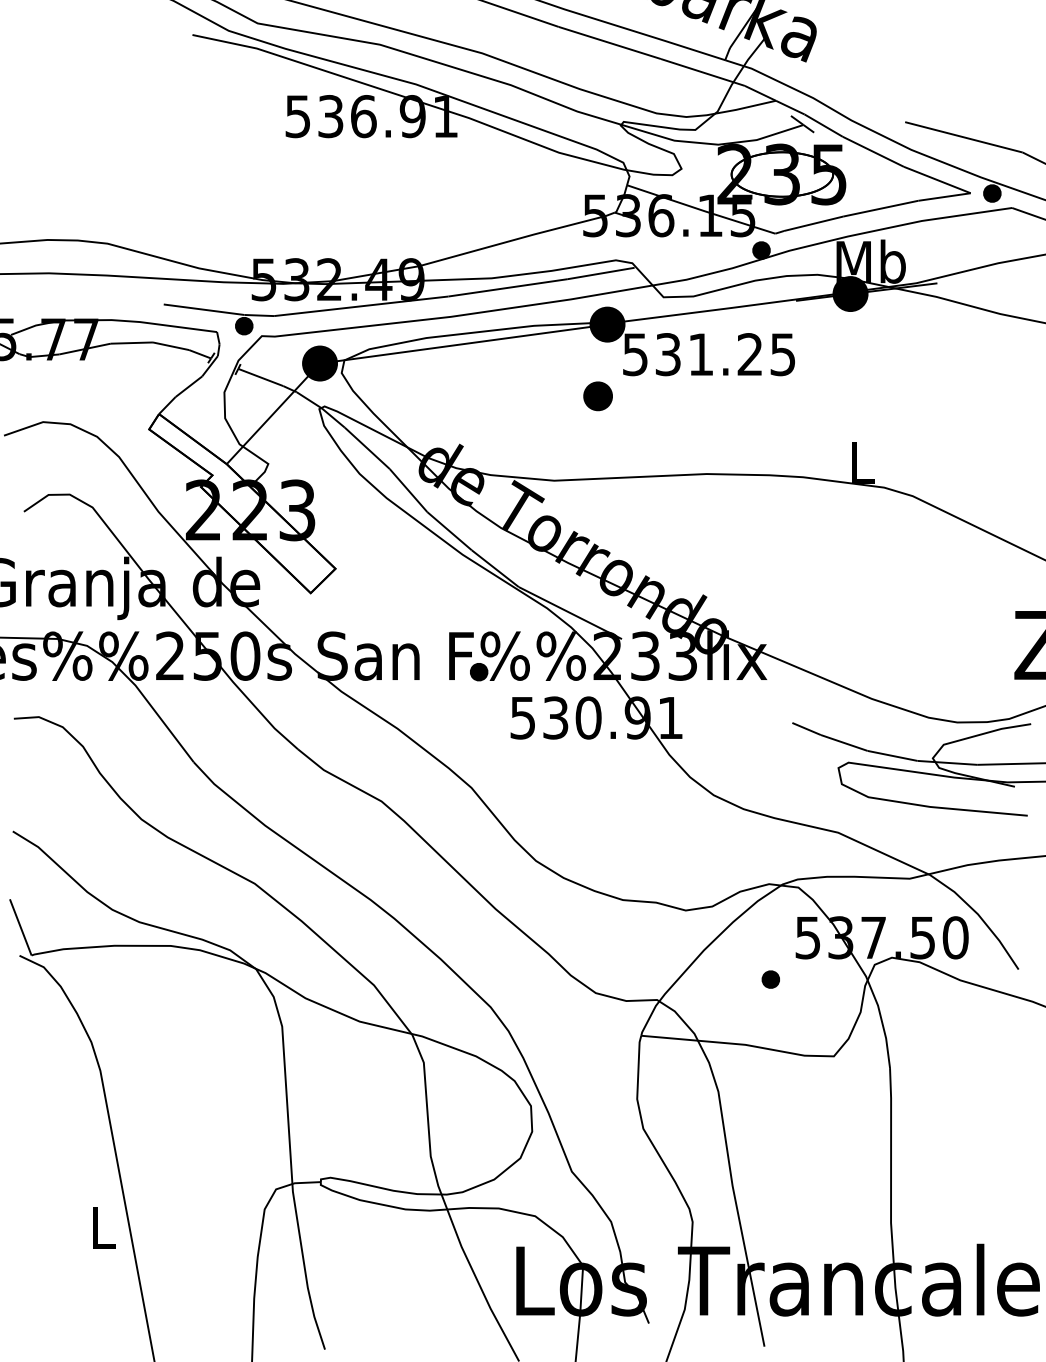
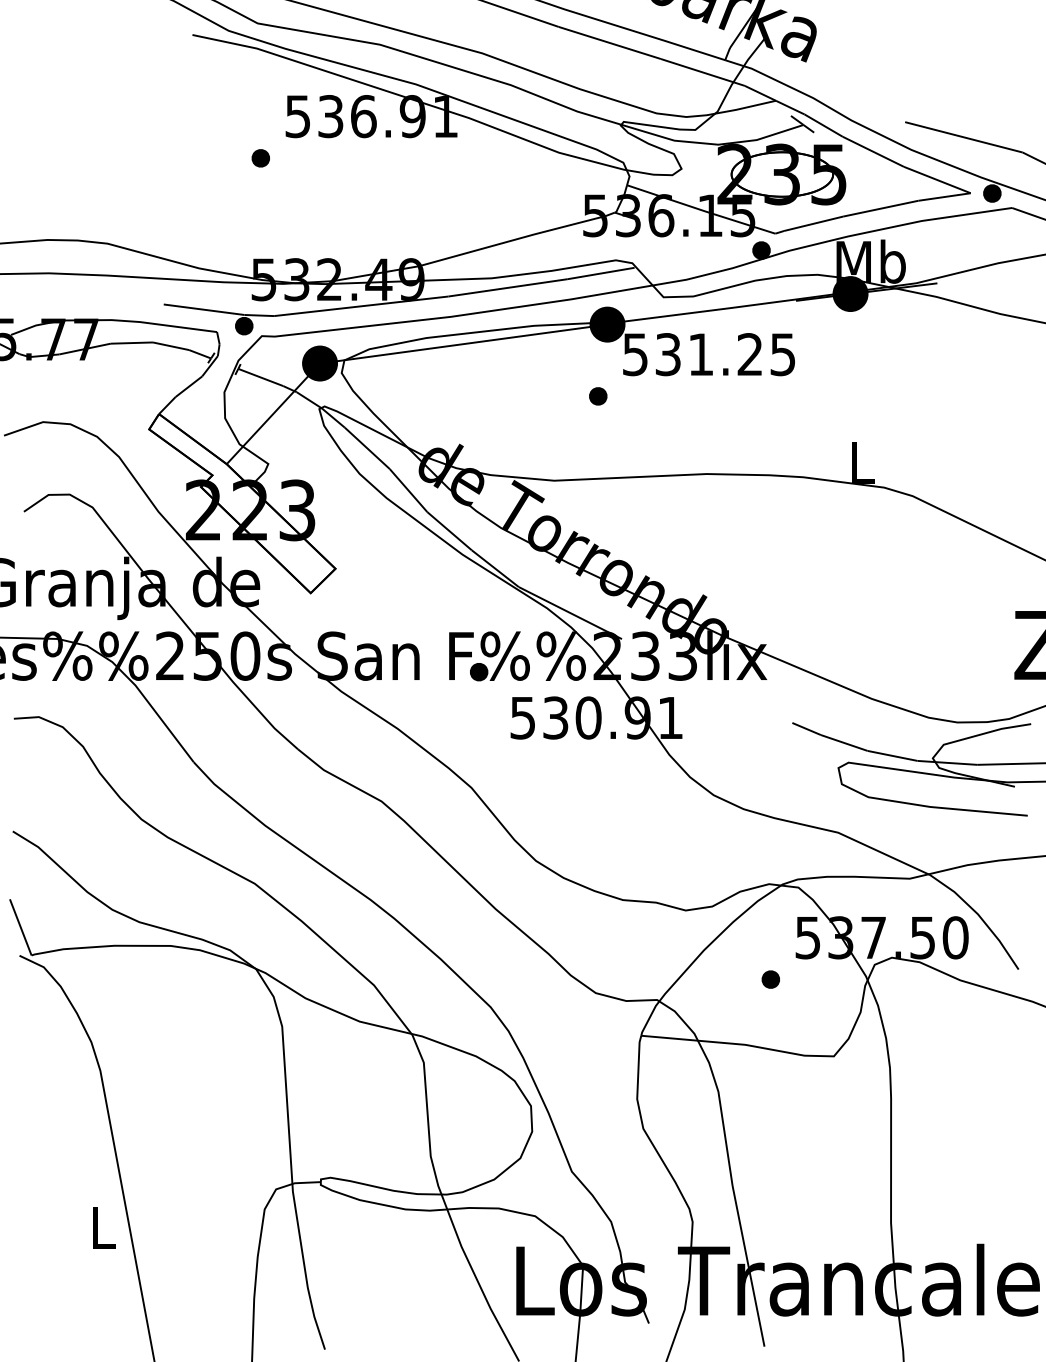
part at (260, 158): none -> present
part at (597, 396) size: 30x31 px -> 19x19 px
